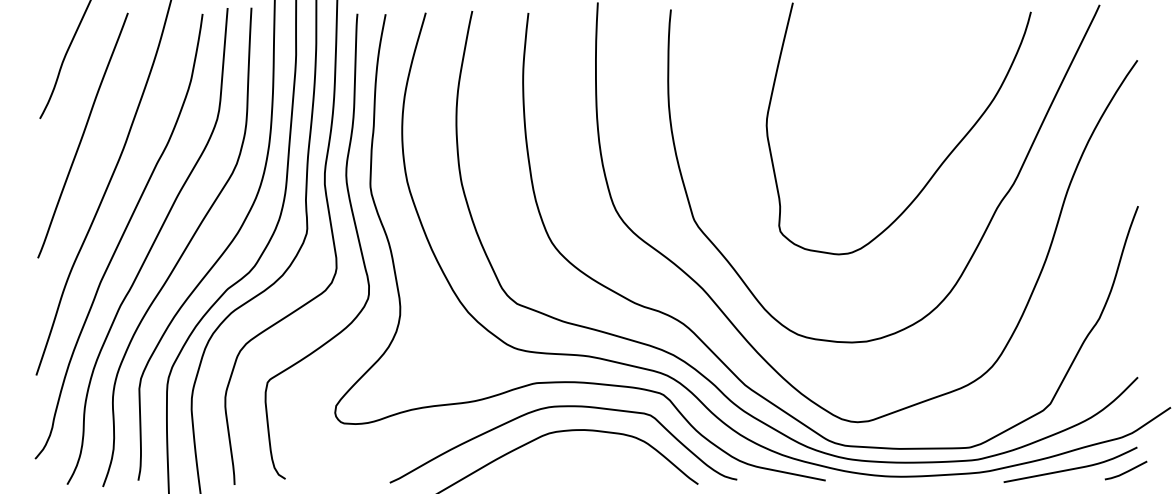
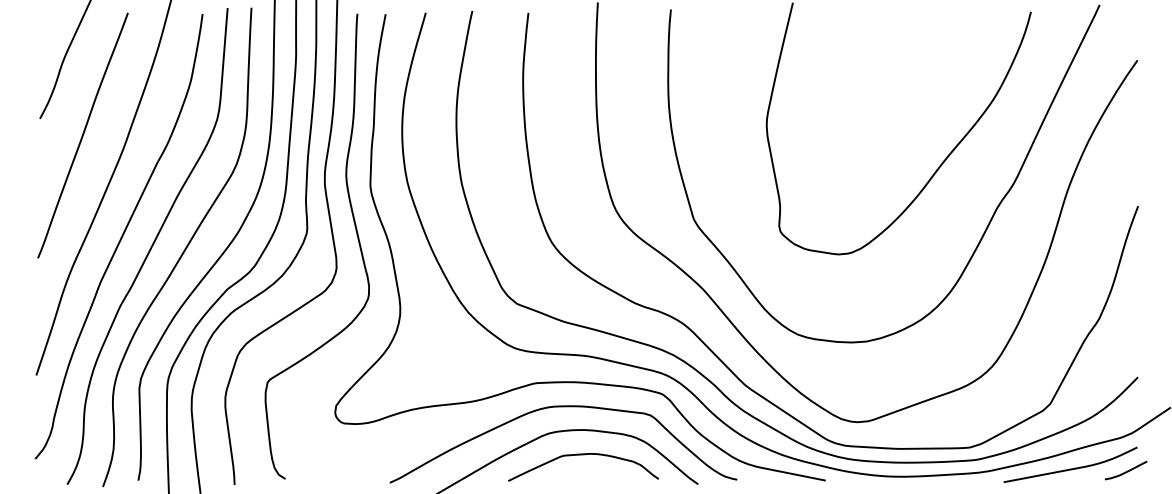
curve at (583, 455): none -> present
